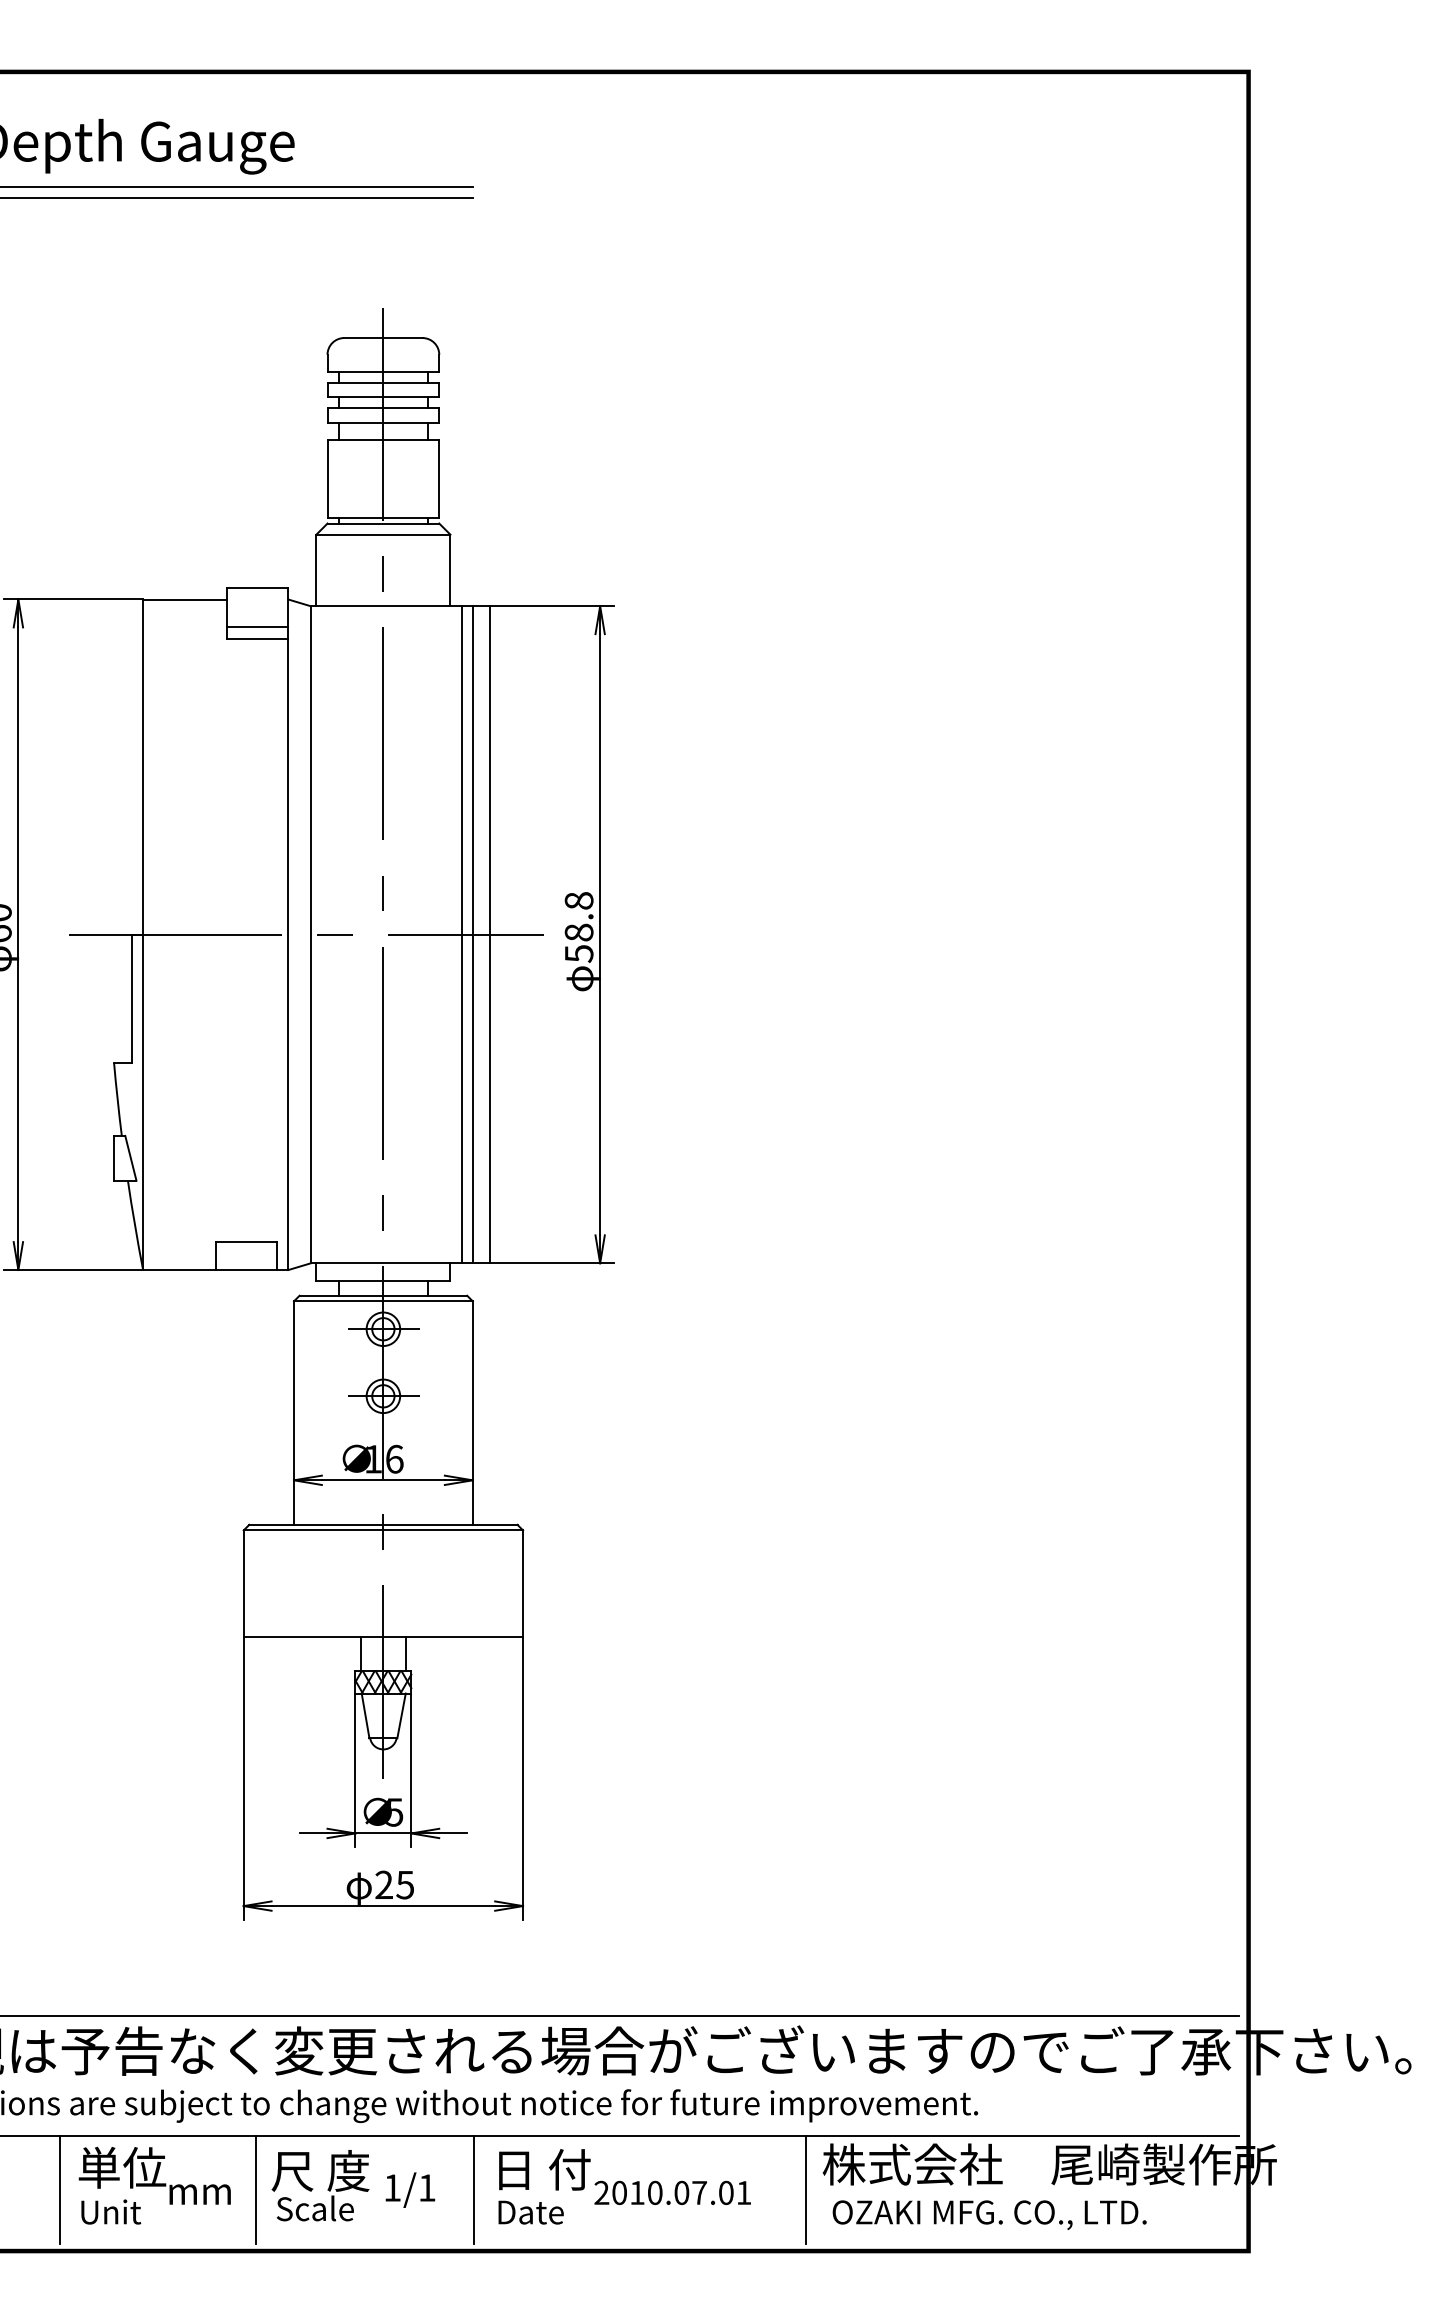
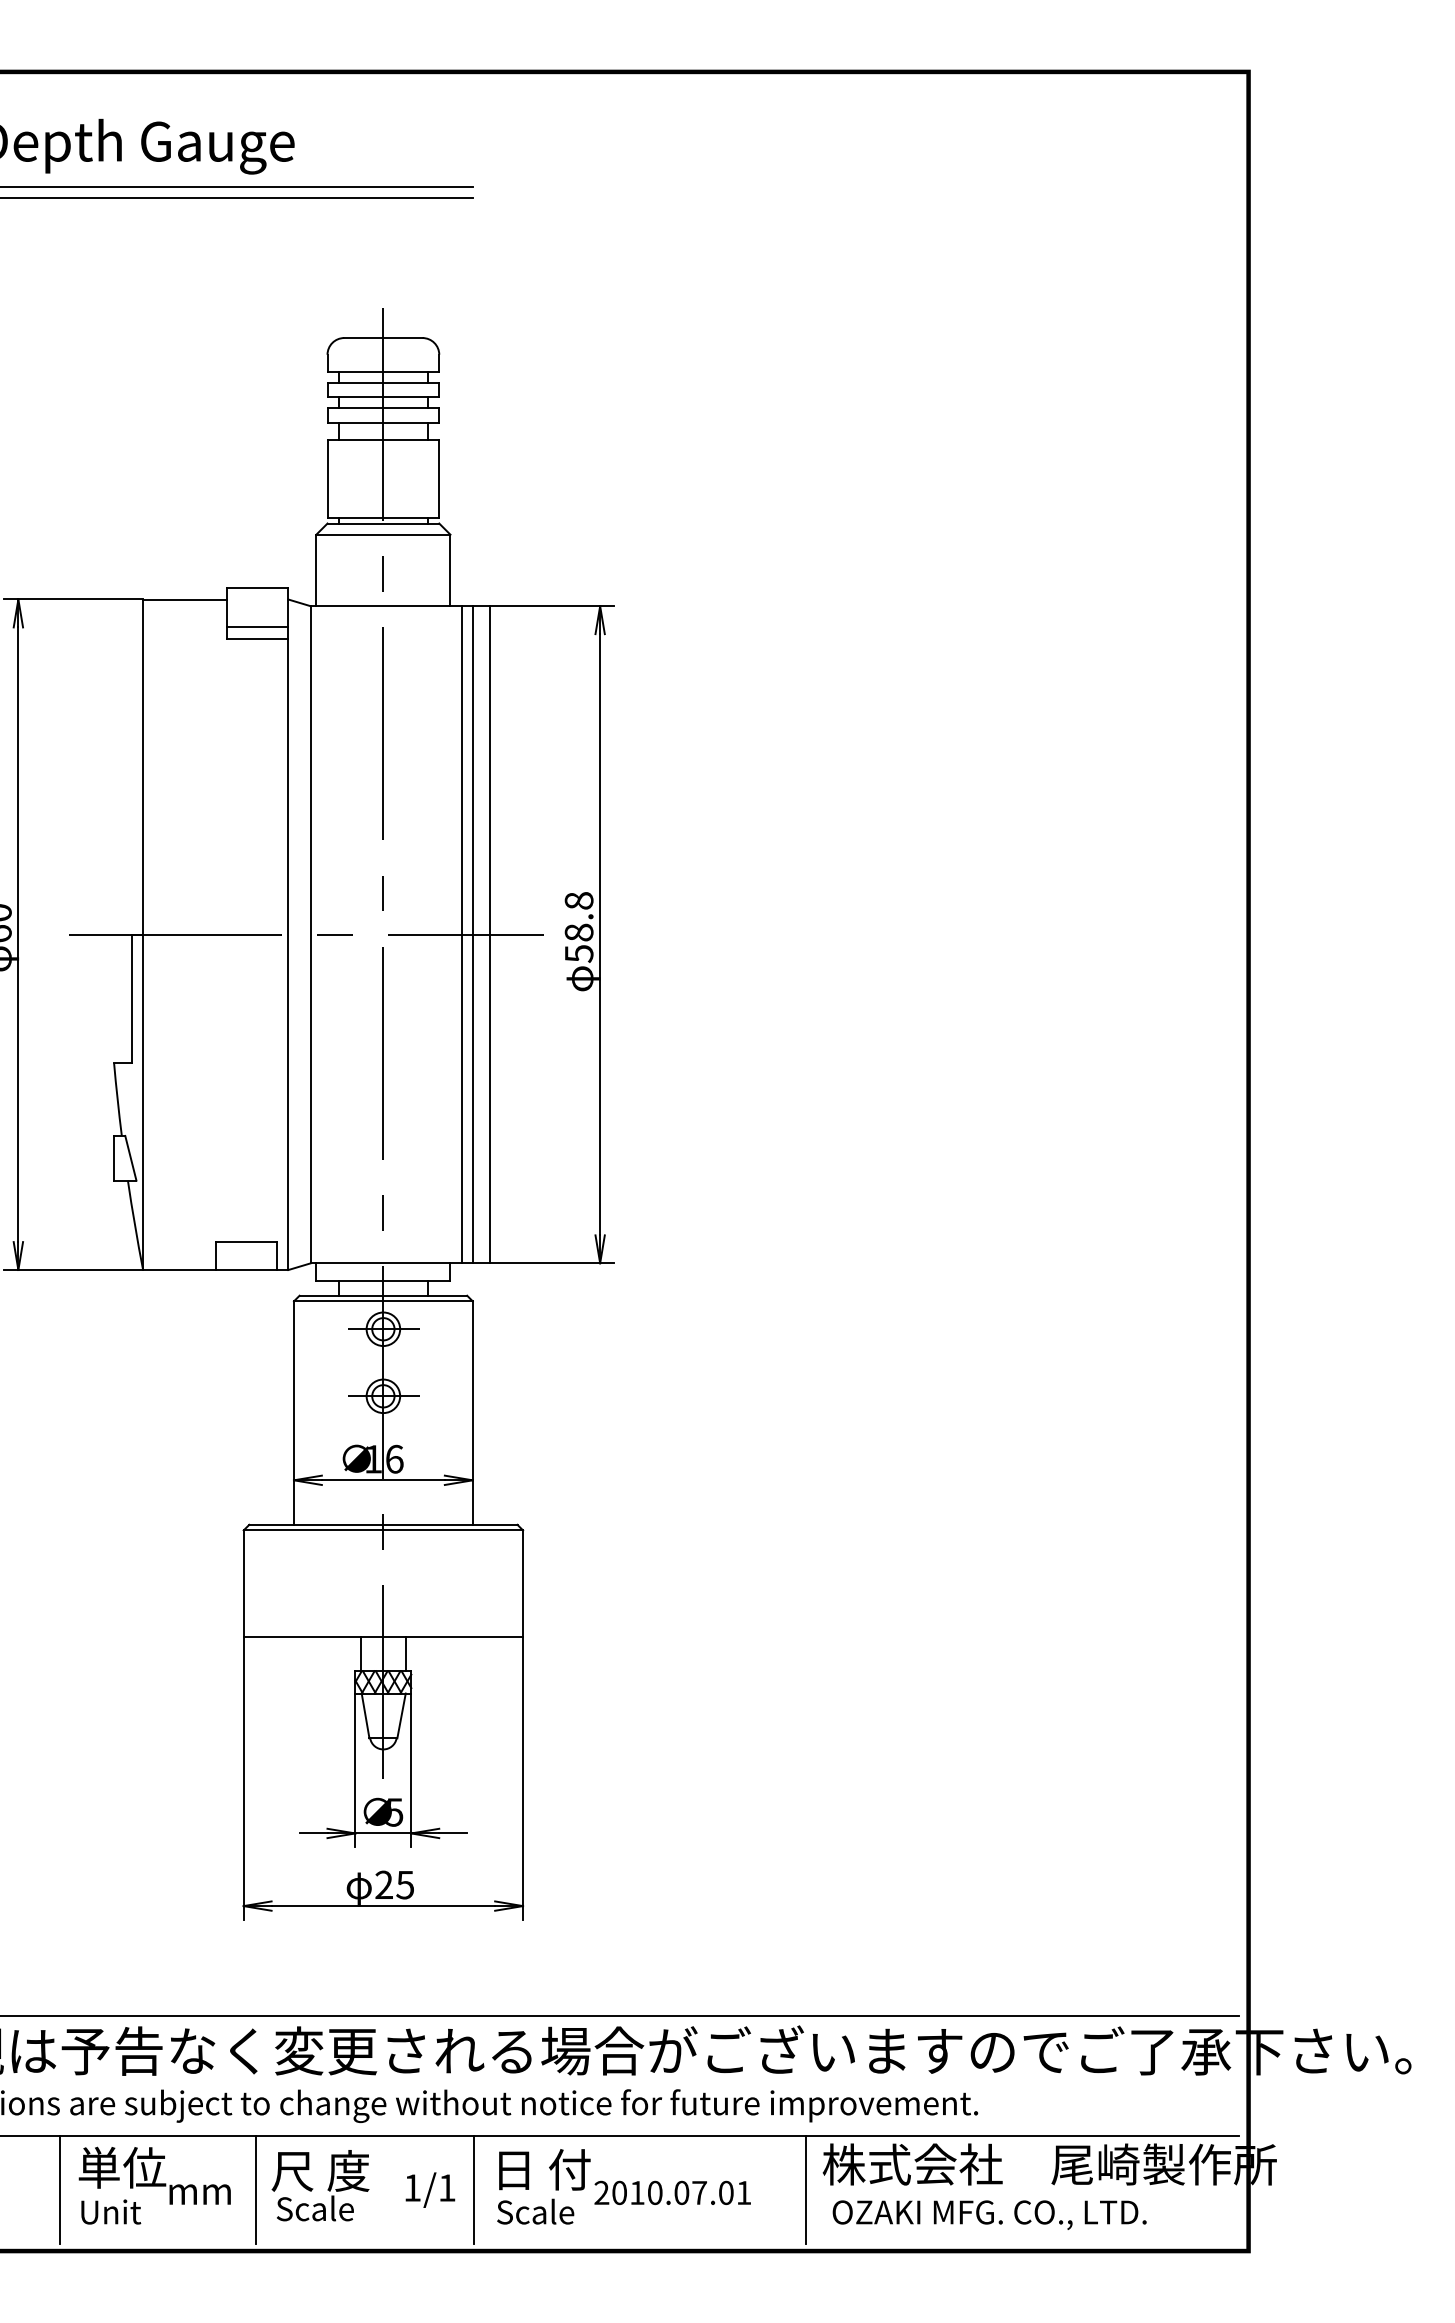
text at (410, 2189) position: (410, 2189) -> (430, 2189)
text at (535, 2211): Date -> Scale
